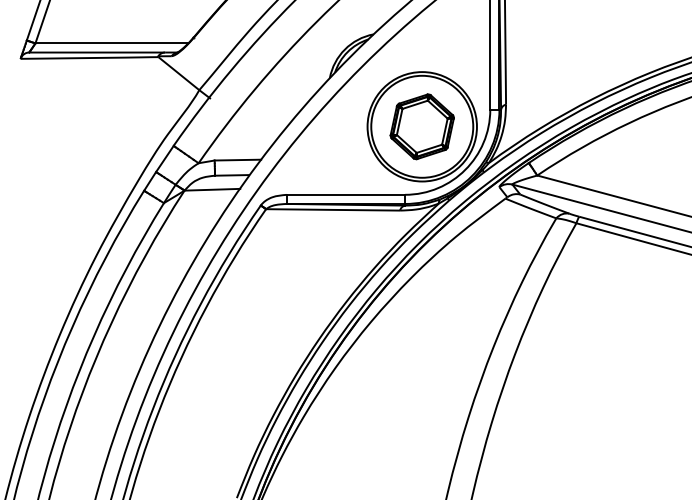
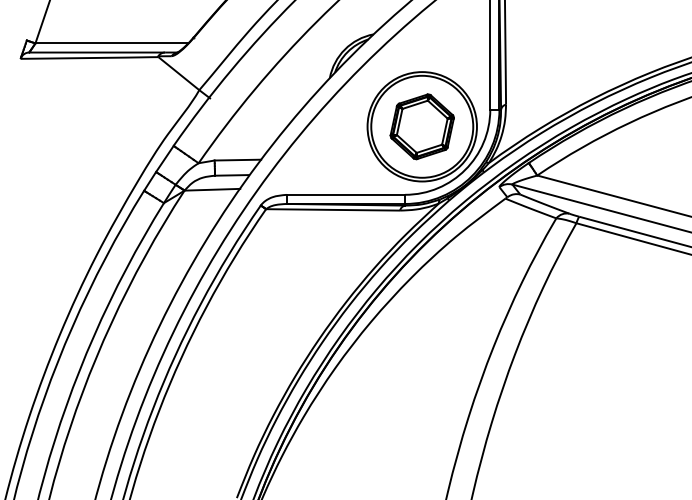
line at (32, 21): present -> none
